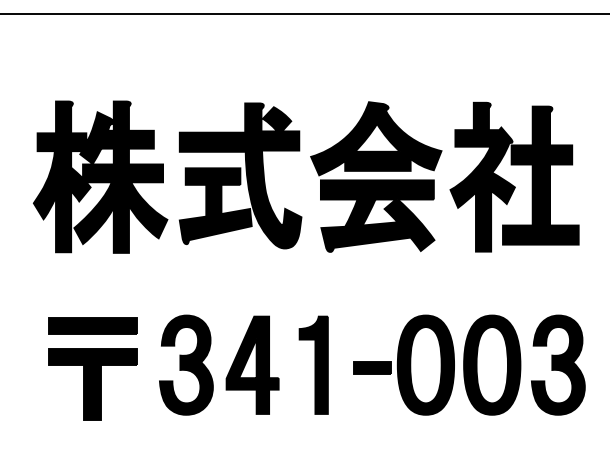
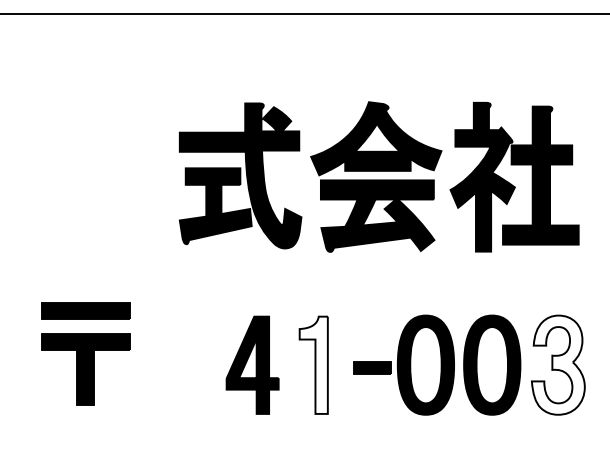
part at (100, 176): present -> none
part at (186, 364): present -> none
fill at (313, 364): present -> none
fill at (557, 364): present -> none
part at (92, 368) position: (92, 368) -> (85, 353)
